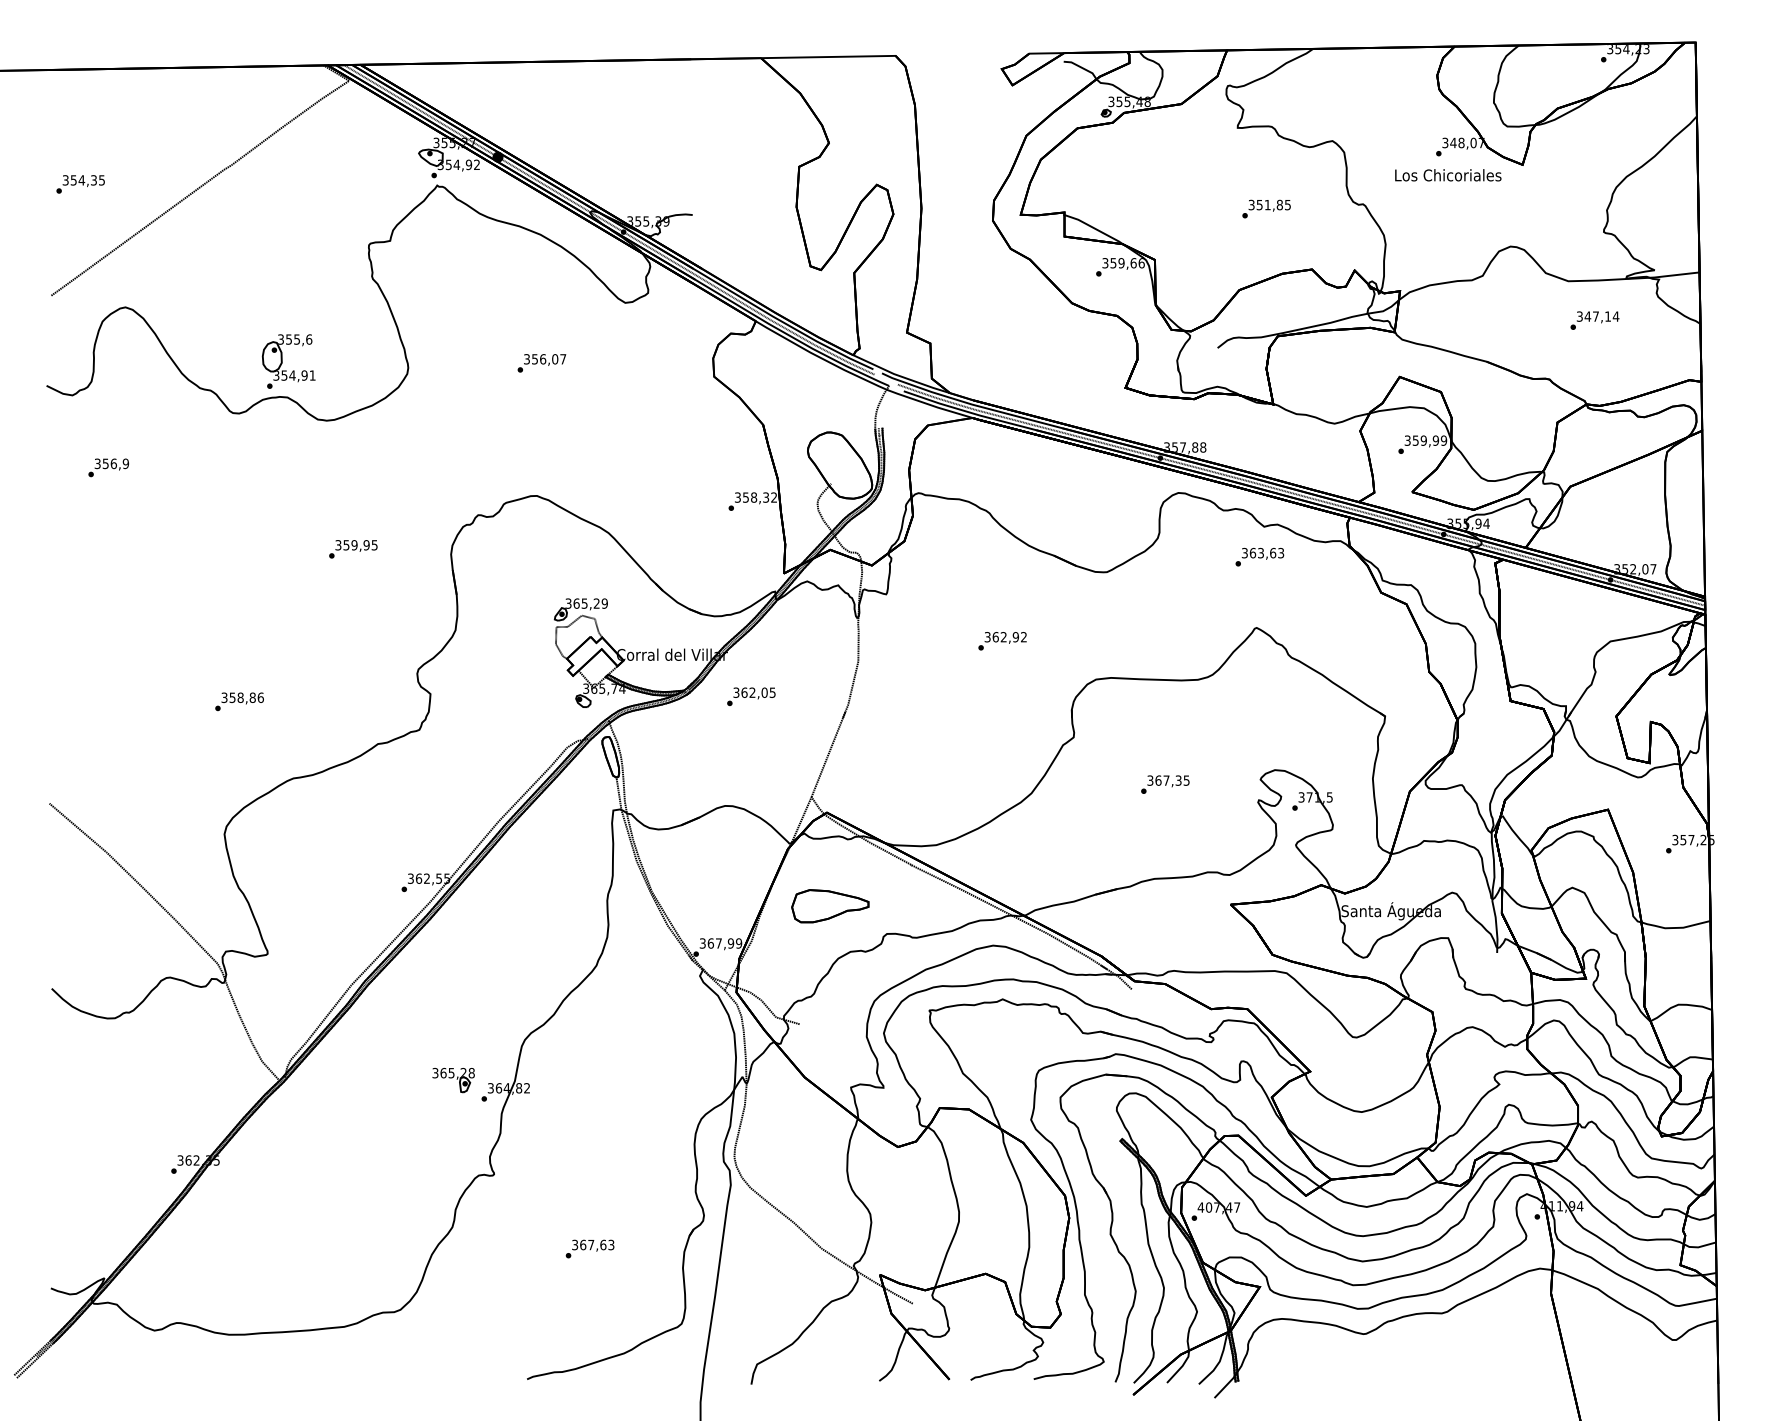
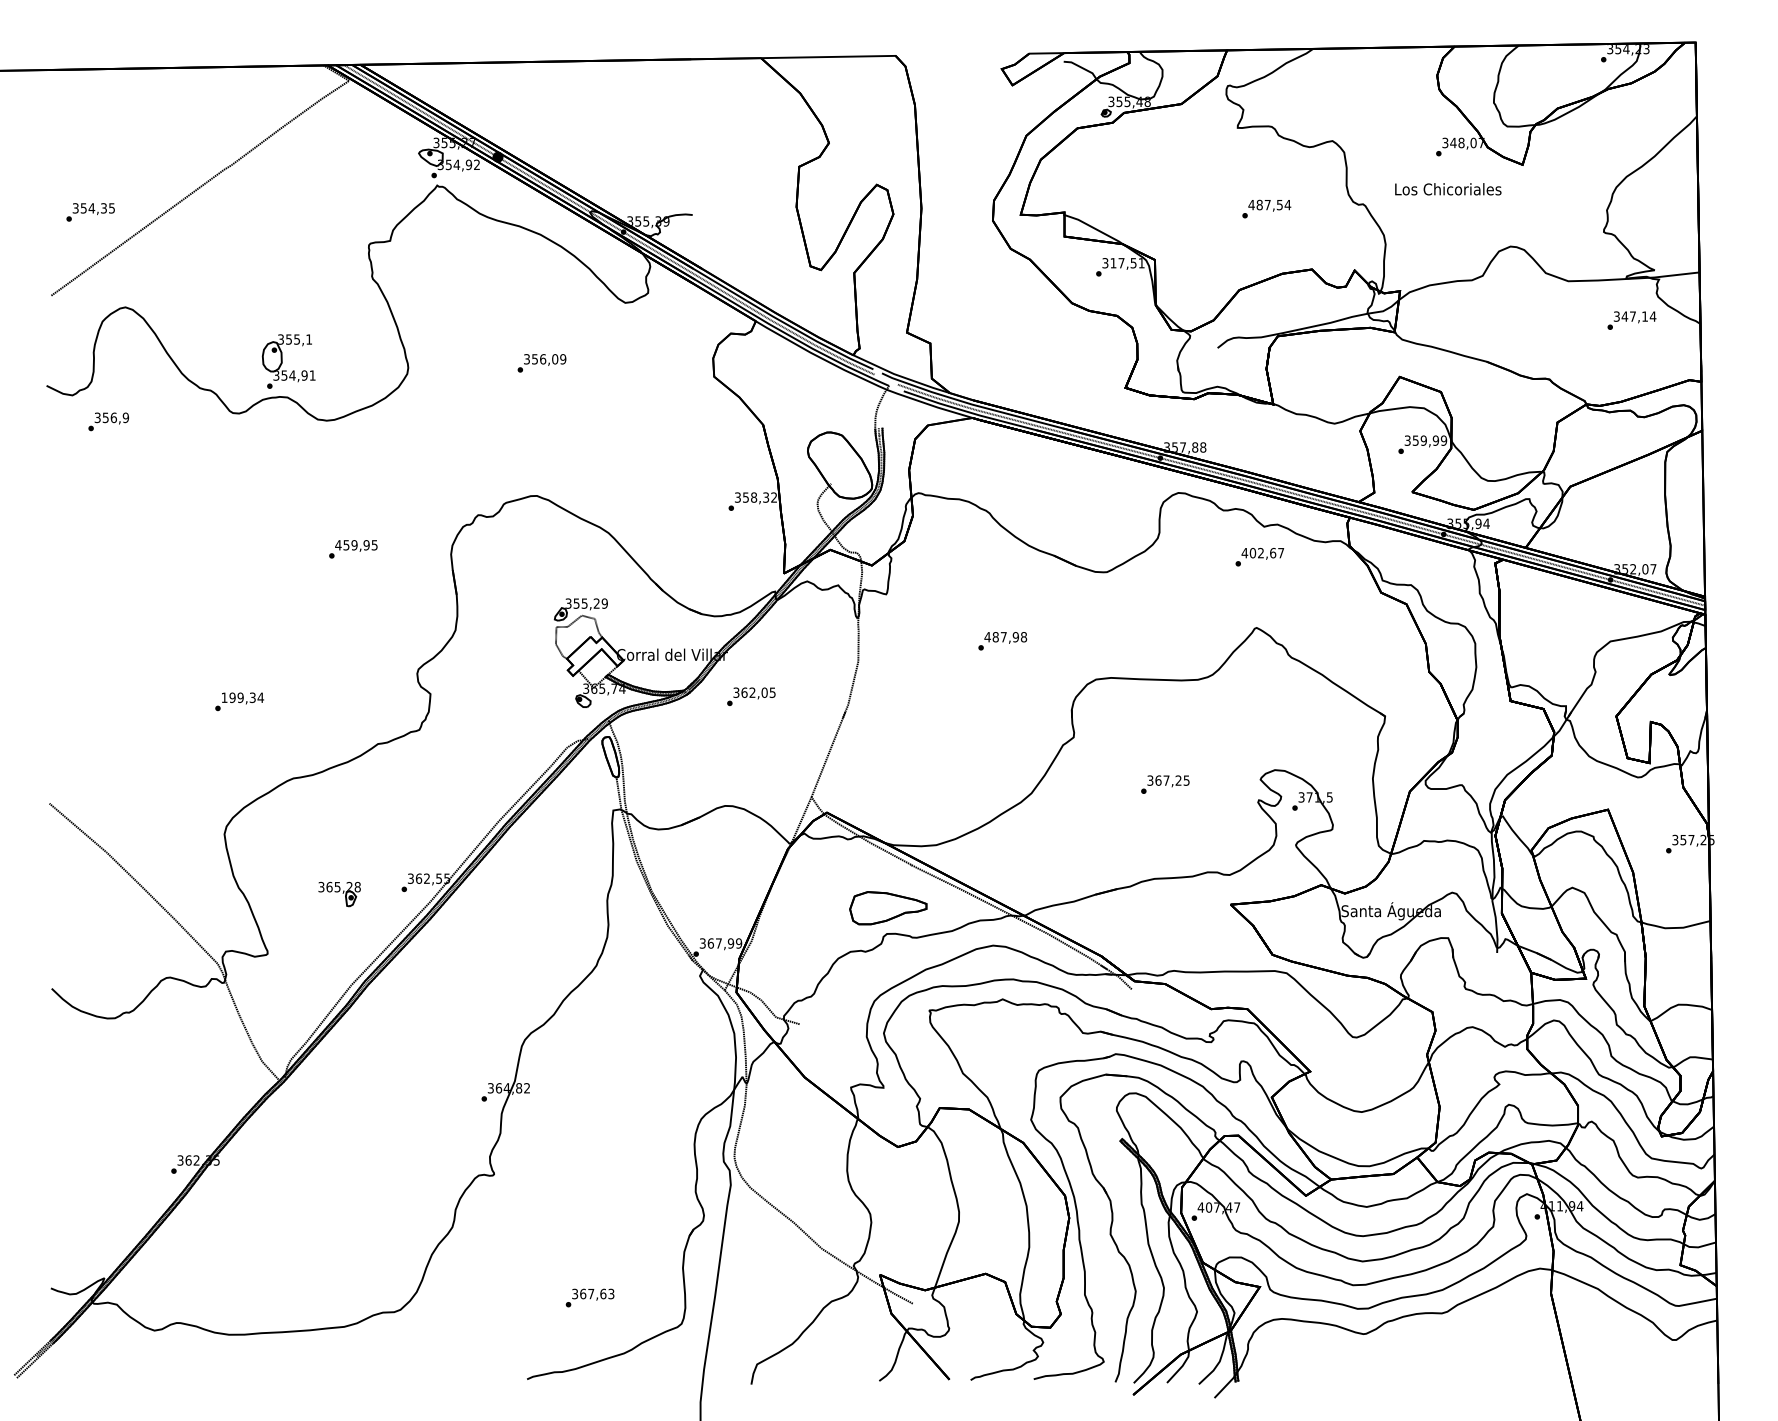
text at (1448, 175) position: (1448, 175) -> (1448, 189)
text at (80, 184) position: (80, 184) -> (90, 212)
text at (1269, 204): 351,85 -> 487,54
text at (1127, 263): 359,66 -> 317,51
text at (1594, 320) position: (1594, 320) -> (1631, 320)
text at (309, 339): 355,6 -> 355,1
text at (563, 359): 356,07 -> 356,09
text at (108, 467) position: (108, 467) -> (108, 421)
text at (338, 545): 359,95 -> 459,95
text at (1262, 552): 363,63 -> 402,67
text at (576, 603): 365,29 -> 355,29
text at (1005, 637): 362,92 -> 487,98
text at (242, 697): 358,86 -> 199,34
text at (1178, 780): 367,35 -> 367,25
part at (830, 906) position: (830, 906) -> (888, 908)
part at (453, 1080) position: (453, 1080) -> (339, 894)
text at (589, 1248) position: (589, 1248) -> (589, 1297)
